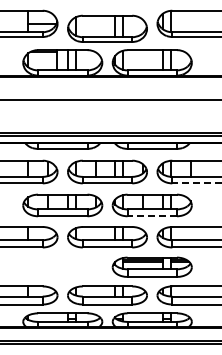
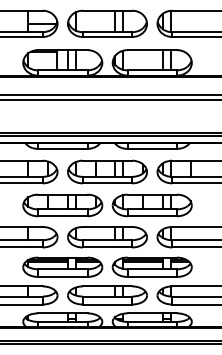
part at (107, 28) position: (107, 28) -> (107, 23)
line at (110, 94): none -> present
line at (197, 183): dashed -> solid
line at (152, 216): dashed -> solid
part at (62, 266): none -> present
